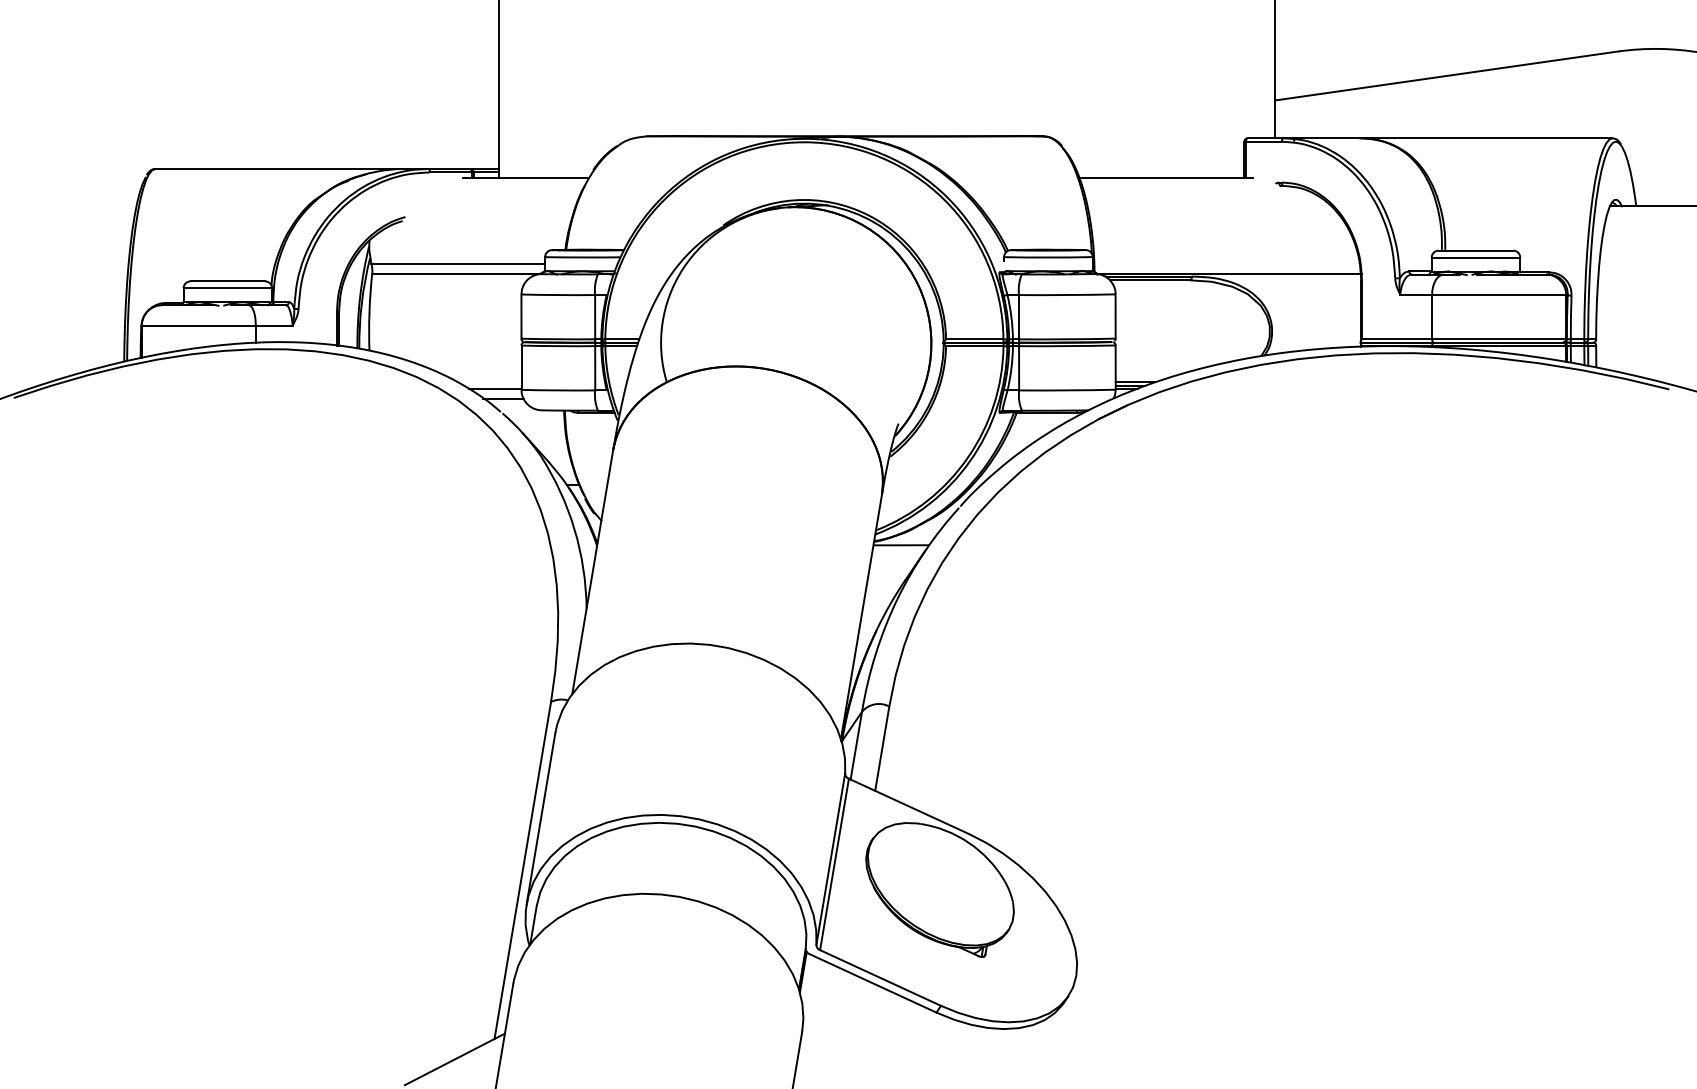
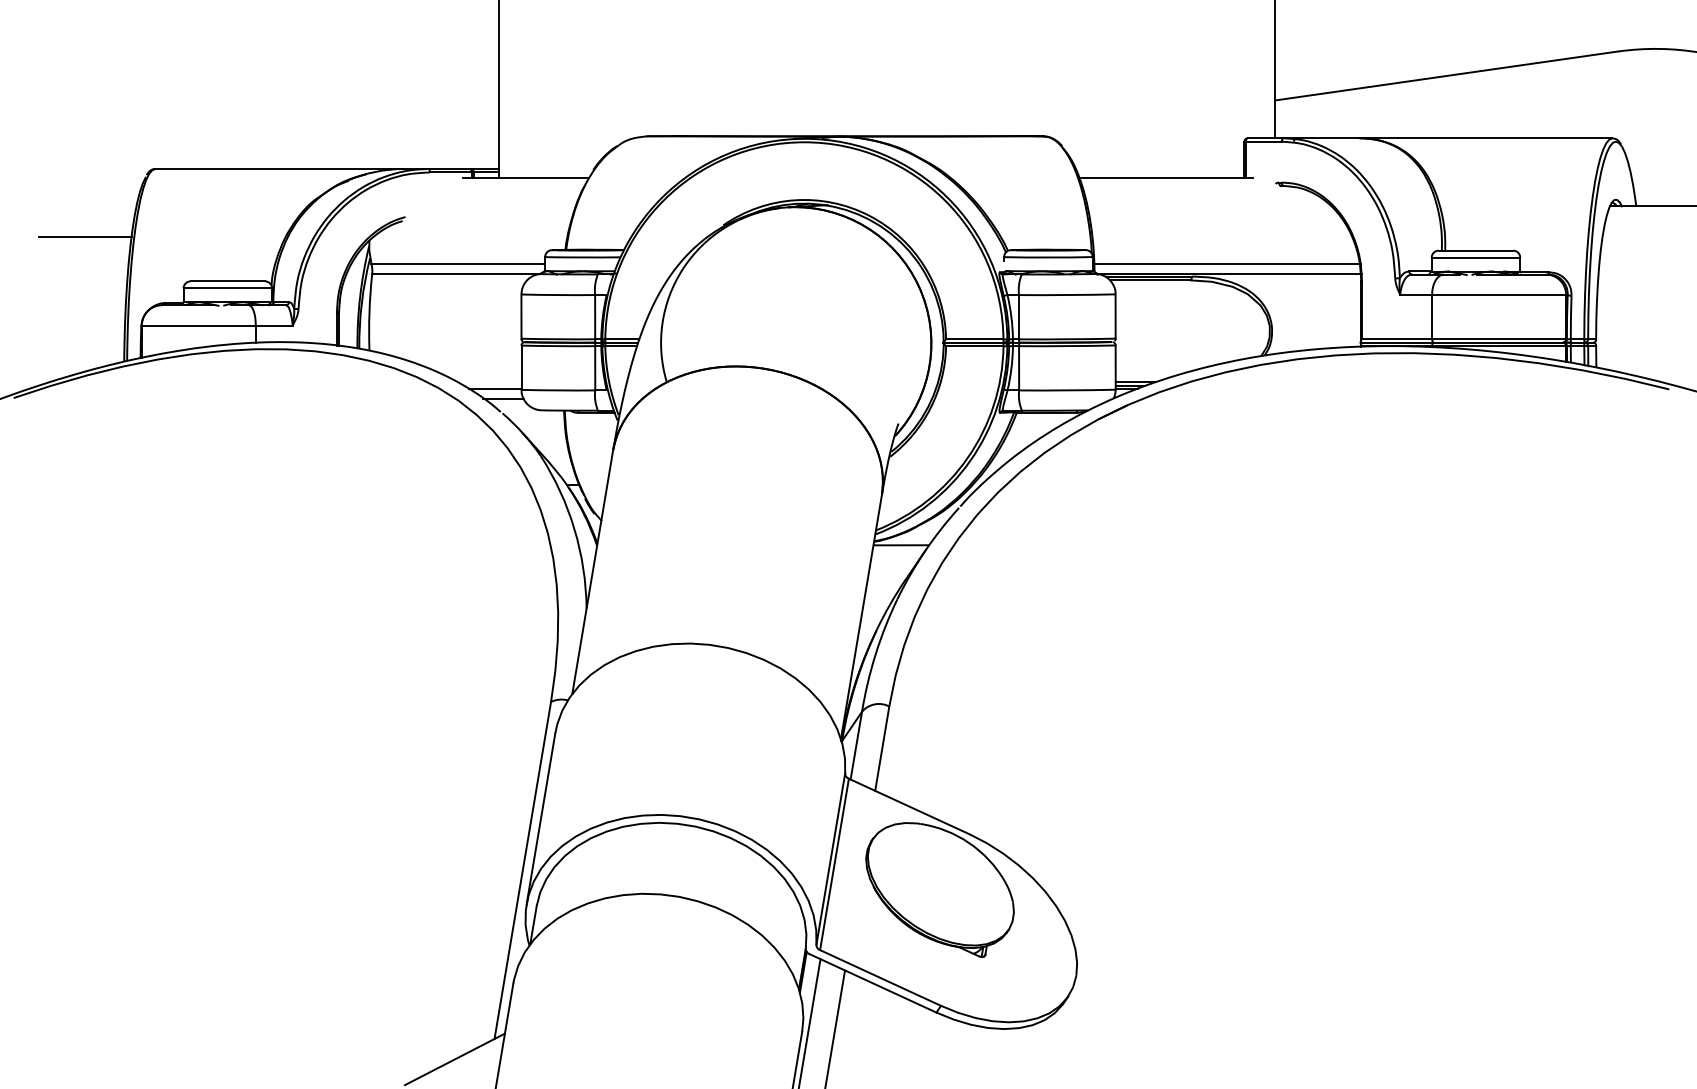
line at (84, 237): none -> present
line at (1227, 263): none -> present
line at (809, 1022): none -> present
line at (835, 1027): none -> present
